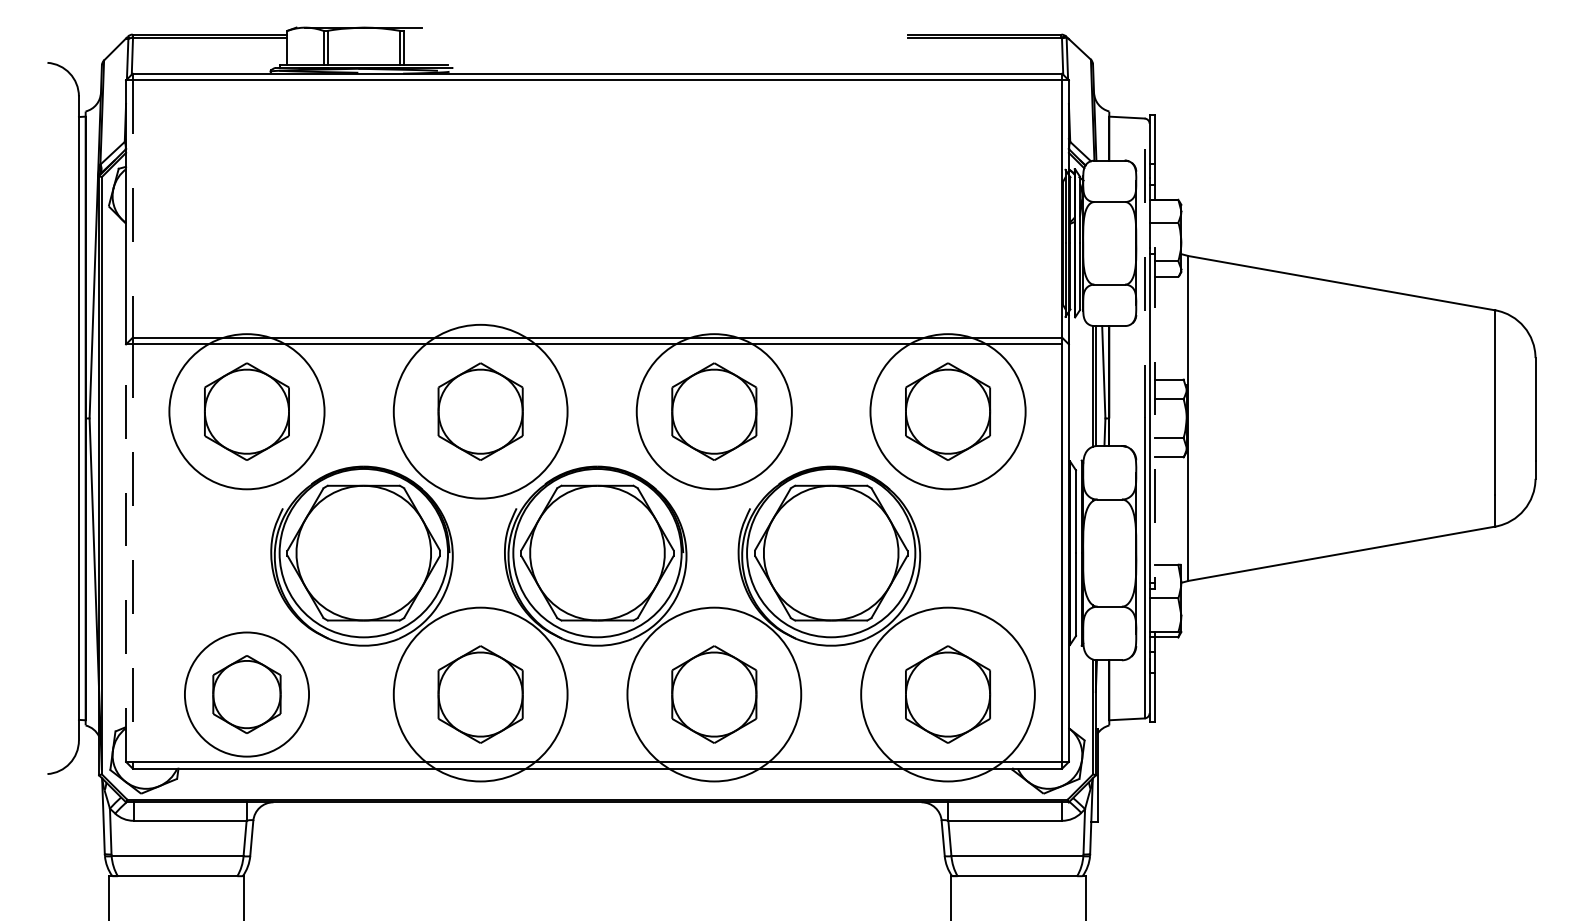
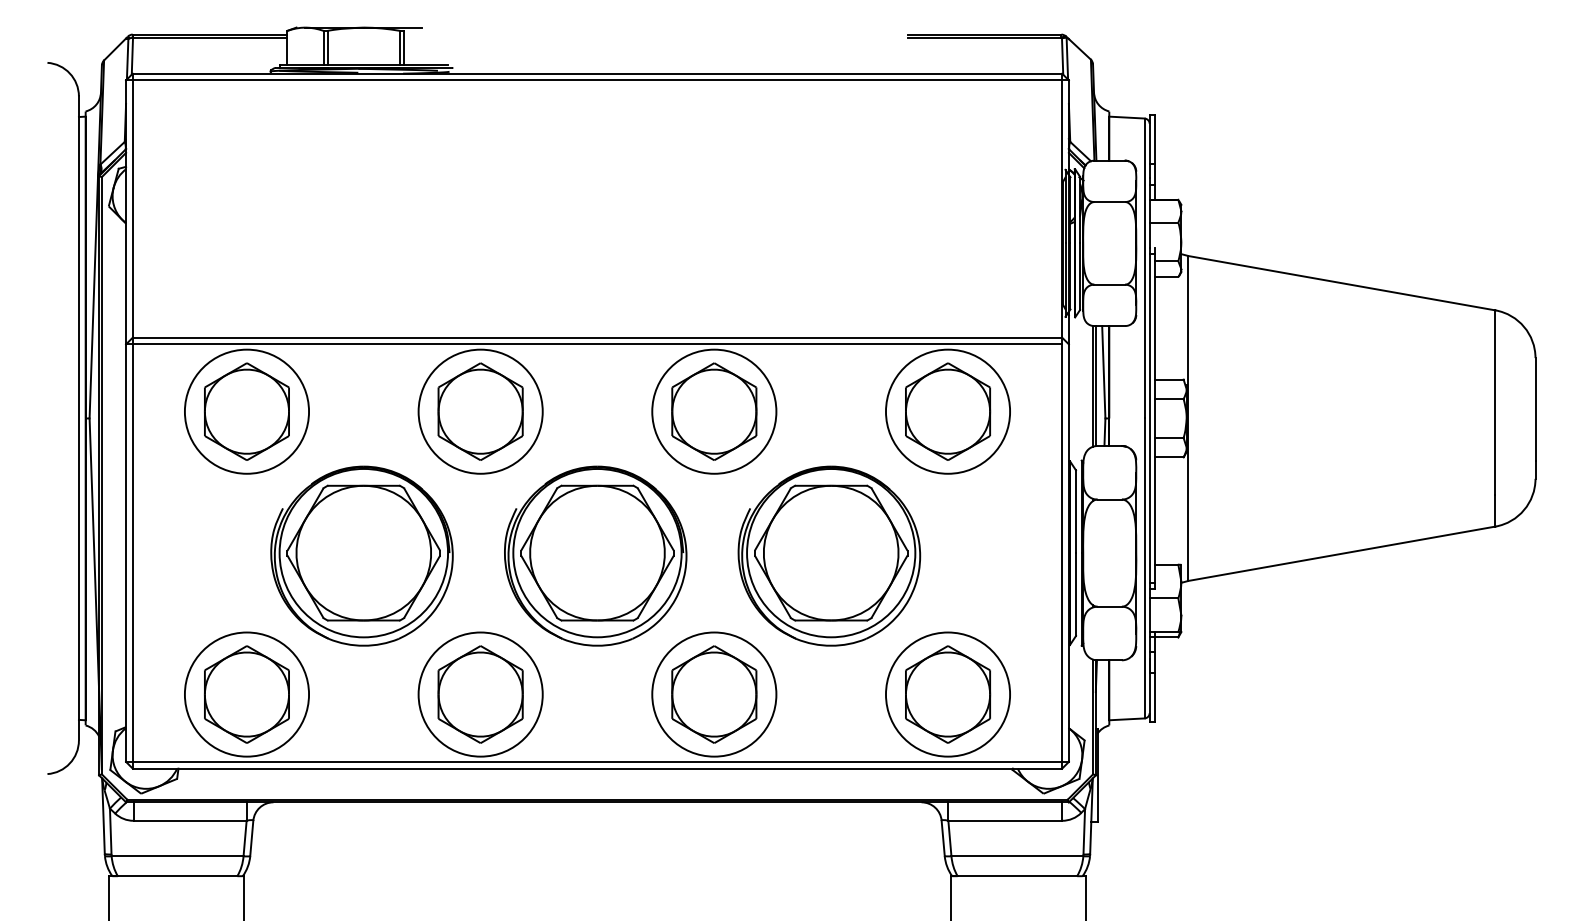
line at (132, 209): dashed -> solid
line at (1144, 268): dashed -> solid
circle at (246, 411) diameter: 155 px -> 124 px
circle at (480, 411) diameter: 174 px -> 124 px
circle at (713, 411) diameter: 155 px -> 124 px
circle at (947, 411) diameter: 155 px -> 124 px
line at (1155, 418): dashed -> solid
line at (126, 553): dashed -> solid
line at (132, 553): dashed -> solid
part at (246, 694) size: 70x79 px -> 86x99 px
circle at (480, 694) diameter: 174 px -> 124 px
circle at (714, 694) diameter: 174 px -> 124 px
circle at (947, 694) diameter: 174 px -> 124 px
